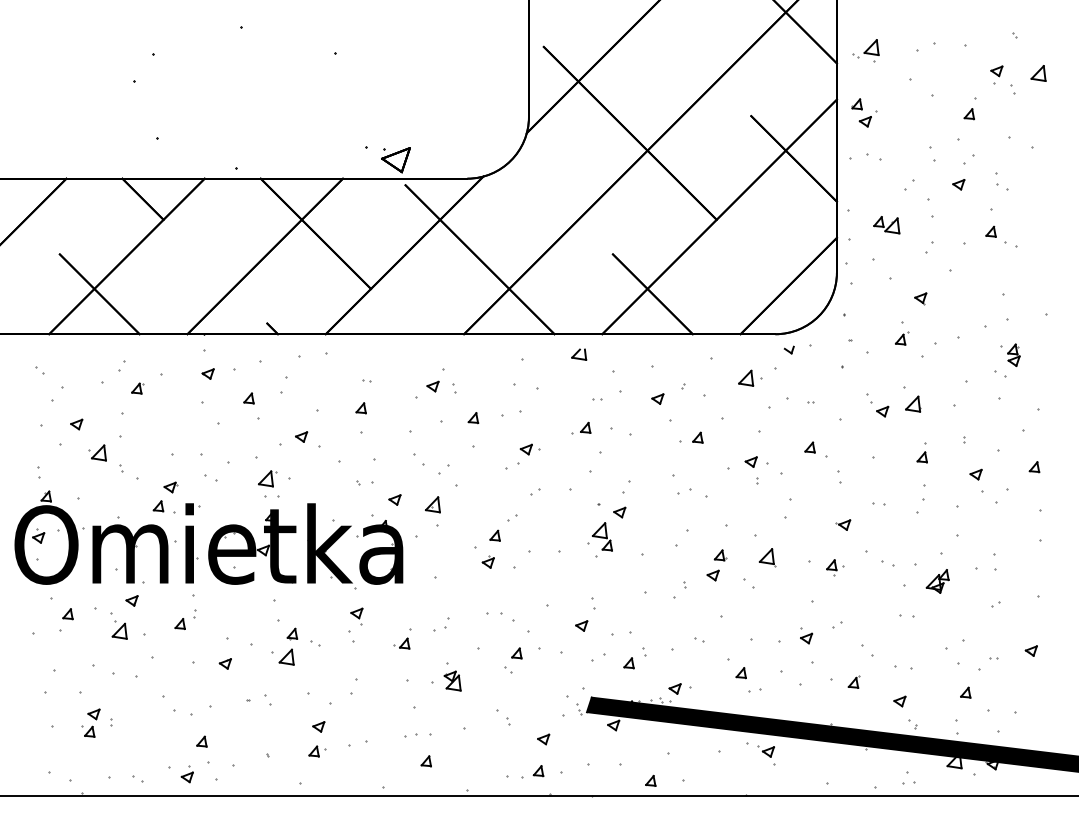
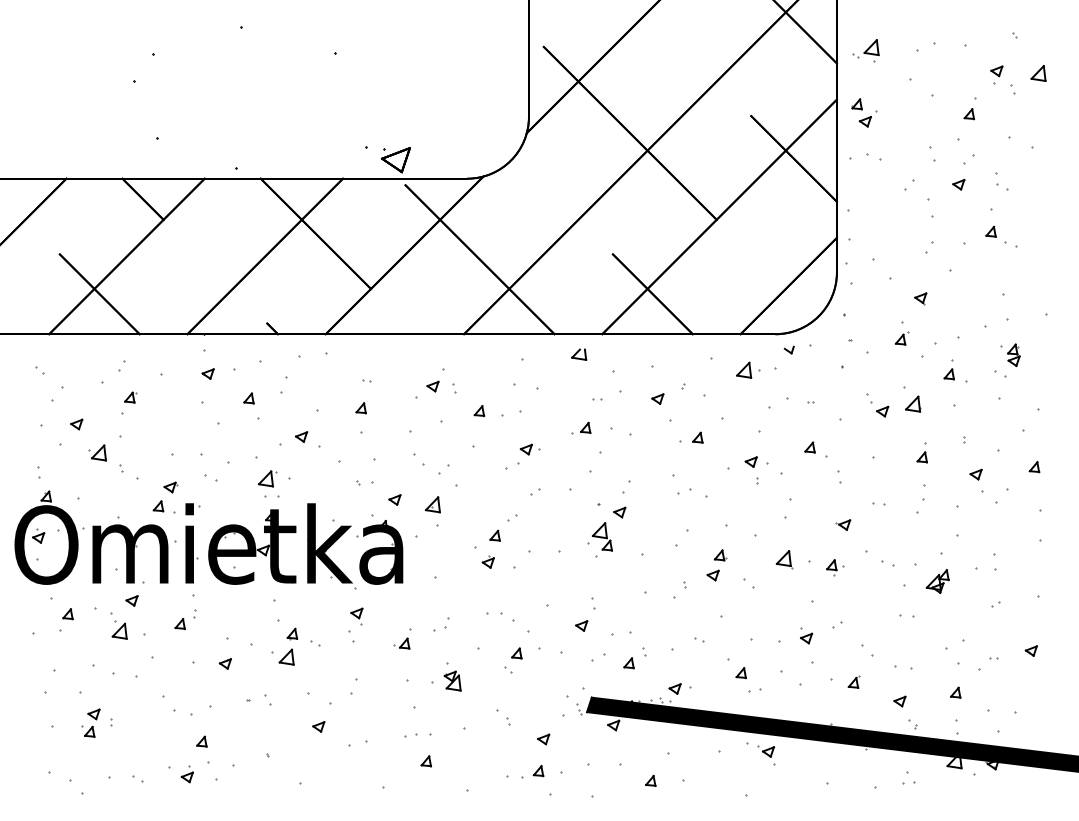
part at (886, 225): present -> none
part at (948, 369): none -> present
part at (750, 377) position: (750, 377) -> (748, 369)
part at (137, 388) position: (137, 388) -> (130, 397)
part at (473, 418) position: (473, 418) -> (479, 411)
part at (767, 557) position: (767, 557) -> (784, 559)
part at (965, 692) position: (965, 692) -> (955, 692)
part at (317, 751): present -> none
line at (538, 796): present -> none
